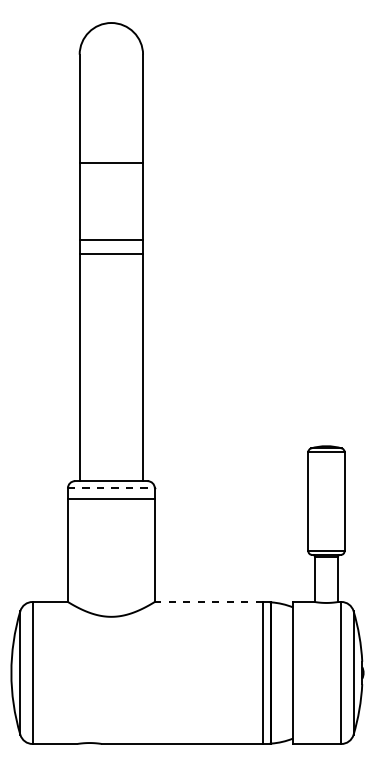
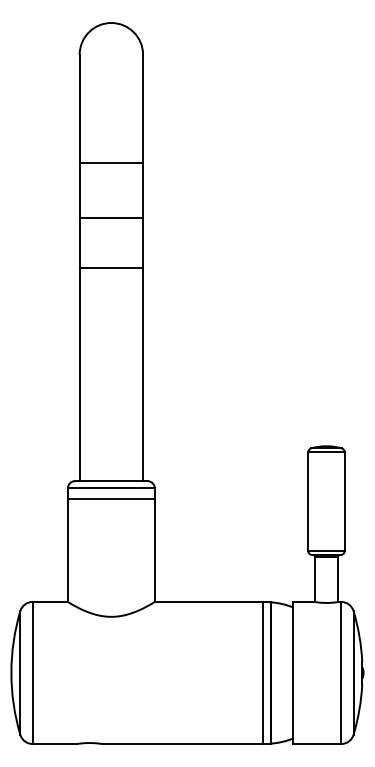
line at (111, 239) position: (111, 239) -> (111, 217)
line at (111, 253) position: (111, 253) -> (111, 267)
line at (111, 488): dashed -> solid
line at (208, 601): dashed -> solid
